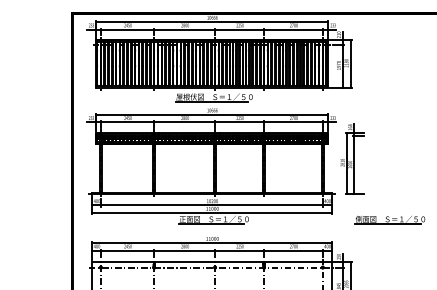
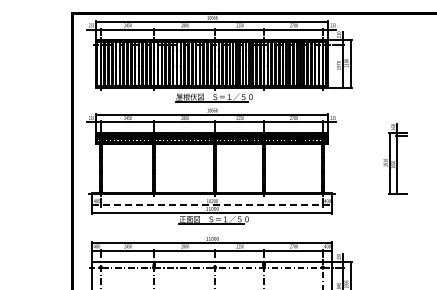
part at (352, 158) position: (352, 158) -> (395, 158)
line at (211, 205): solid -> dashed
part at (389, 219): present -> none
